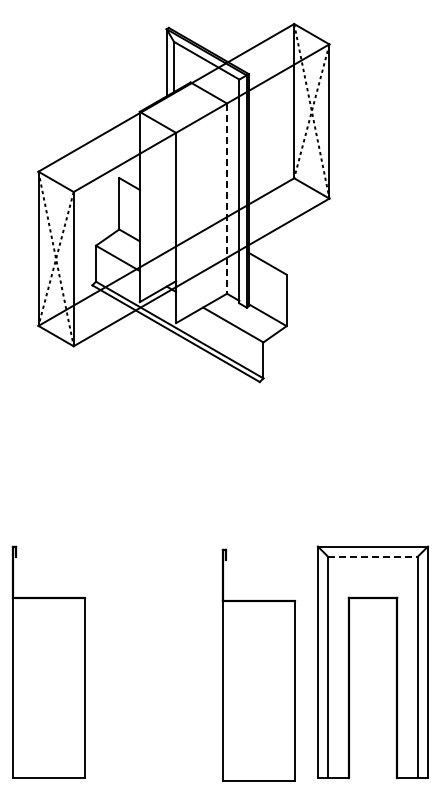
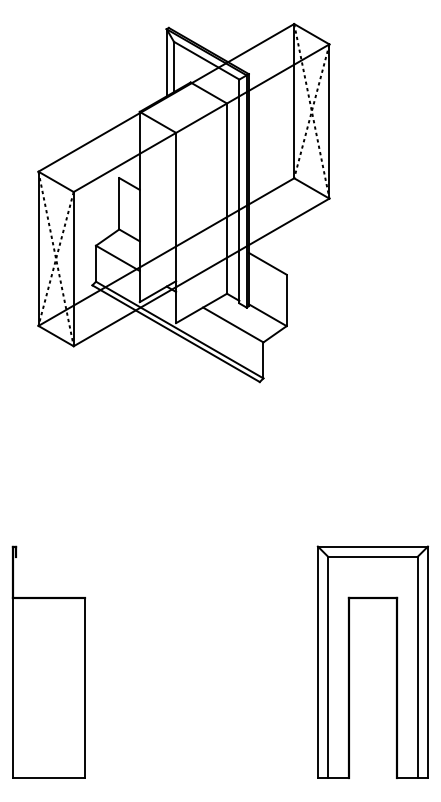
line at (227, 199): dashed -> solid
line at (372, 556): dashed -> solid
part at (258, 664): present -> none
